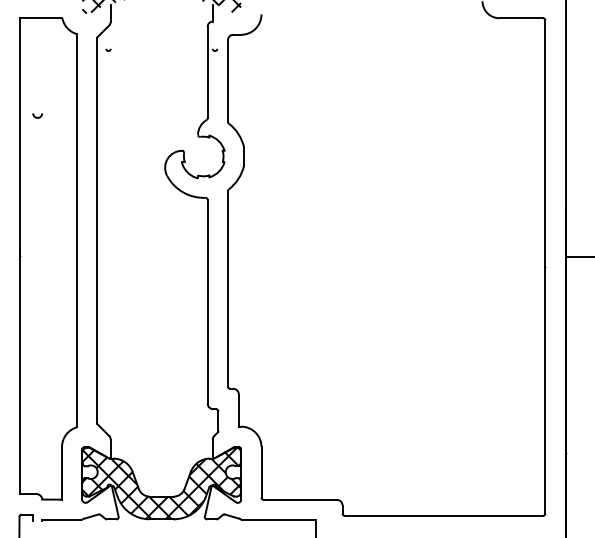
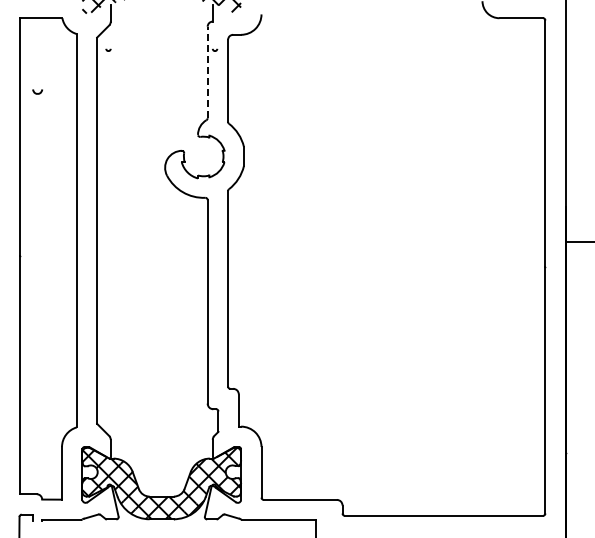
line at (207, 72): solid -> dashed
curve at (36, 116) position: (36, 116) -> (36, 92)
line at (578, 256) position: (578, 256) -> (578, 241)
